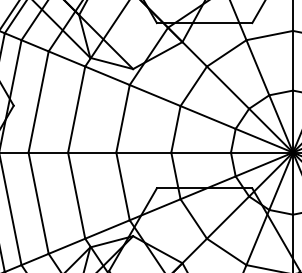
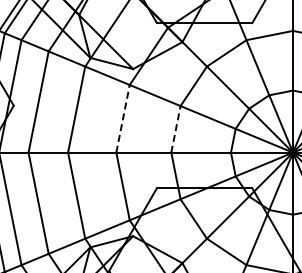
line at (123, 118): solid -> dashed
line at (175, 129): solid -> dashed
